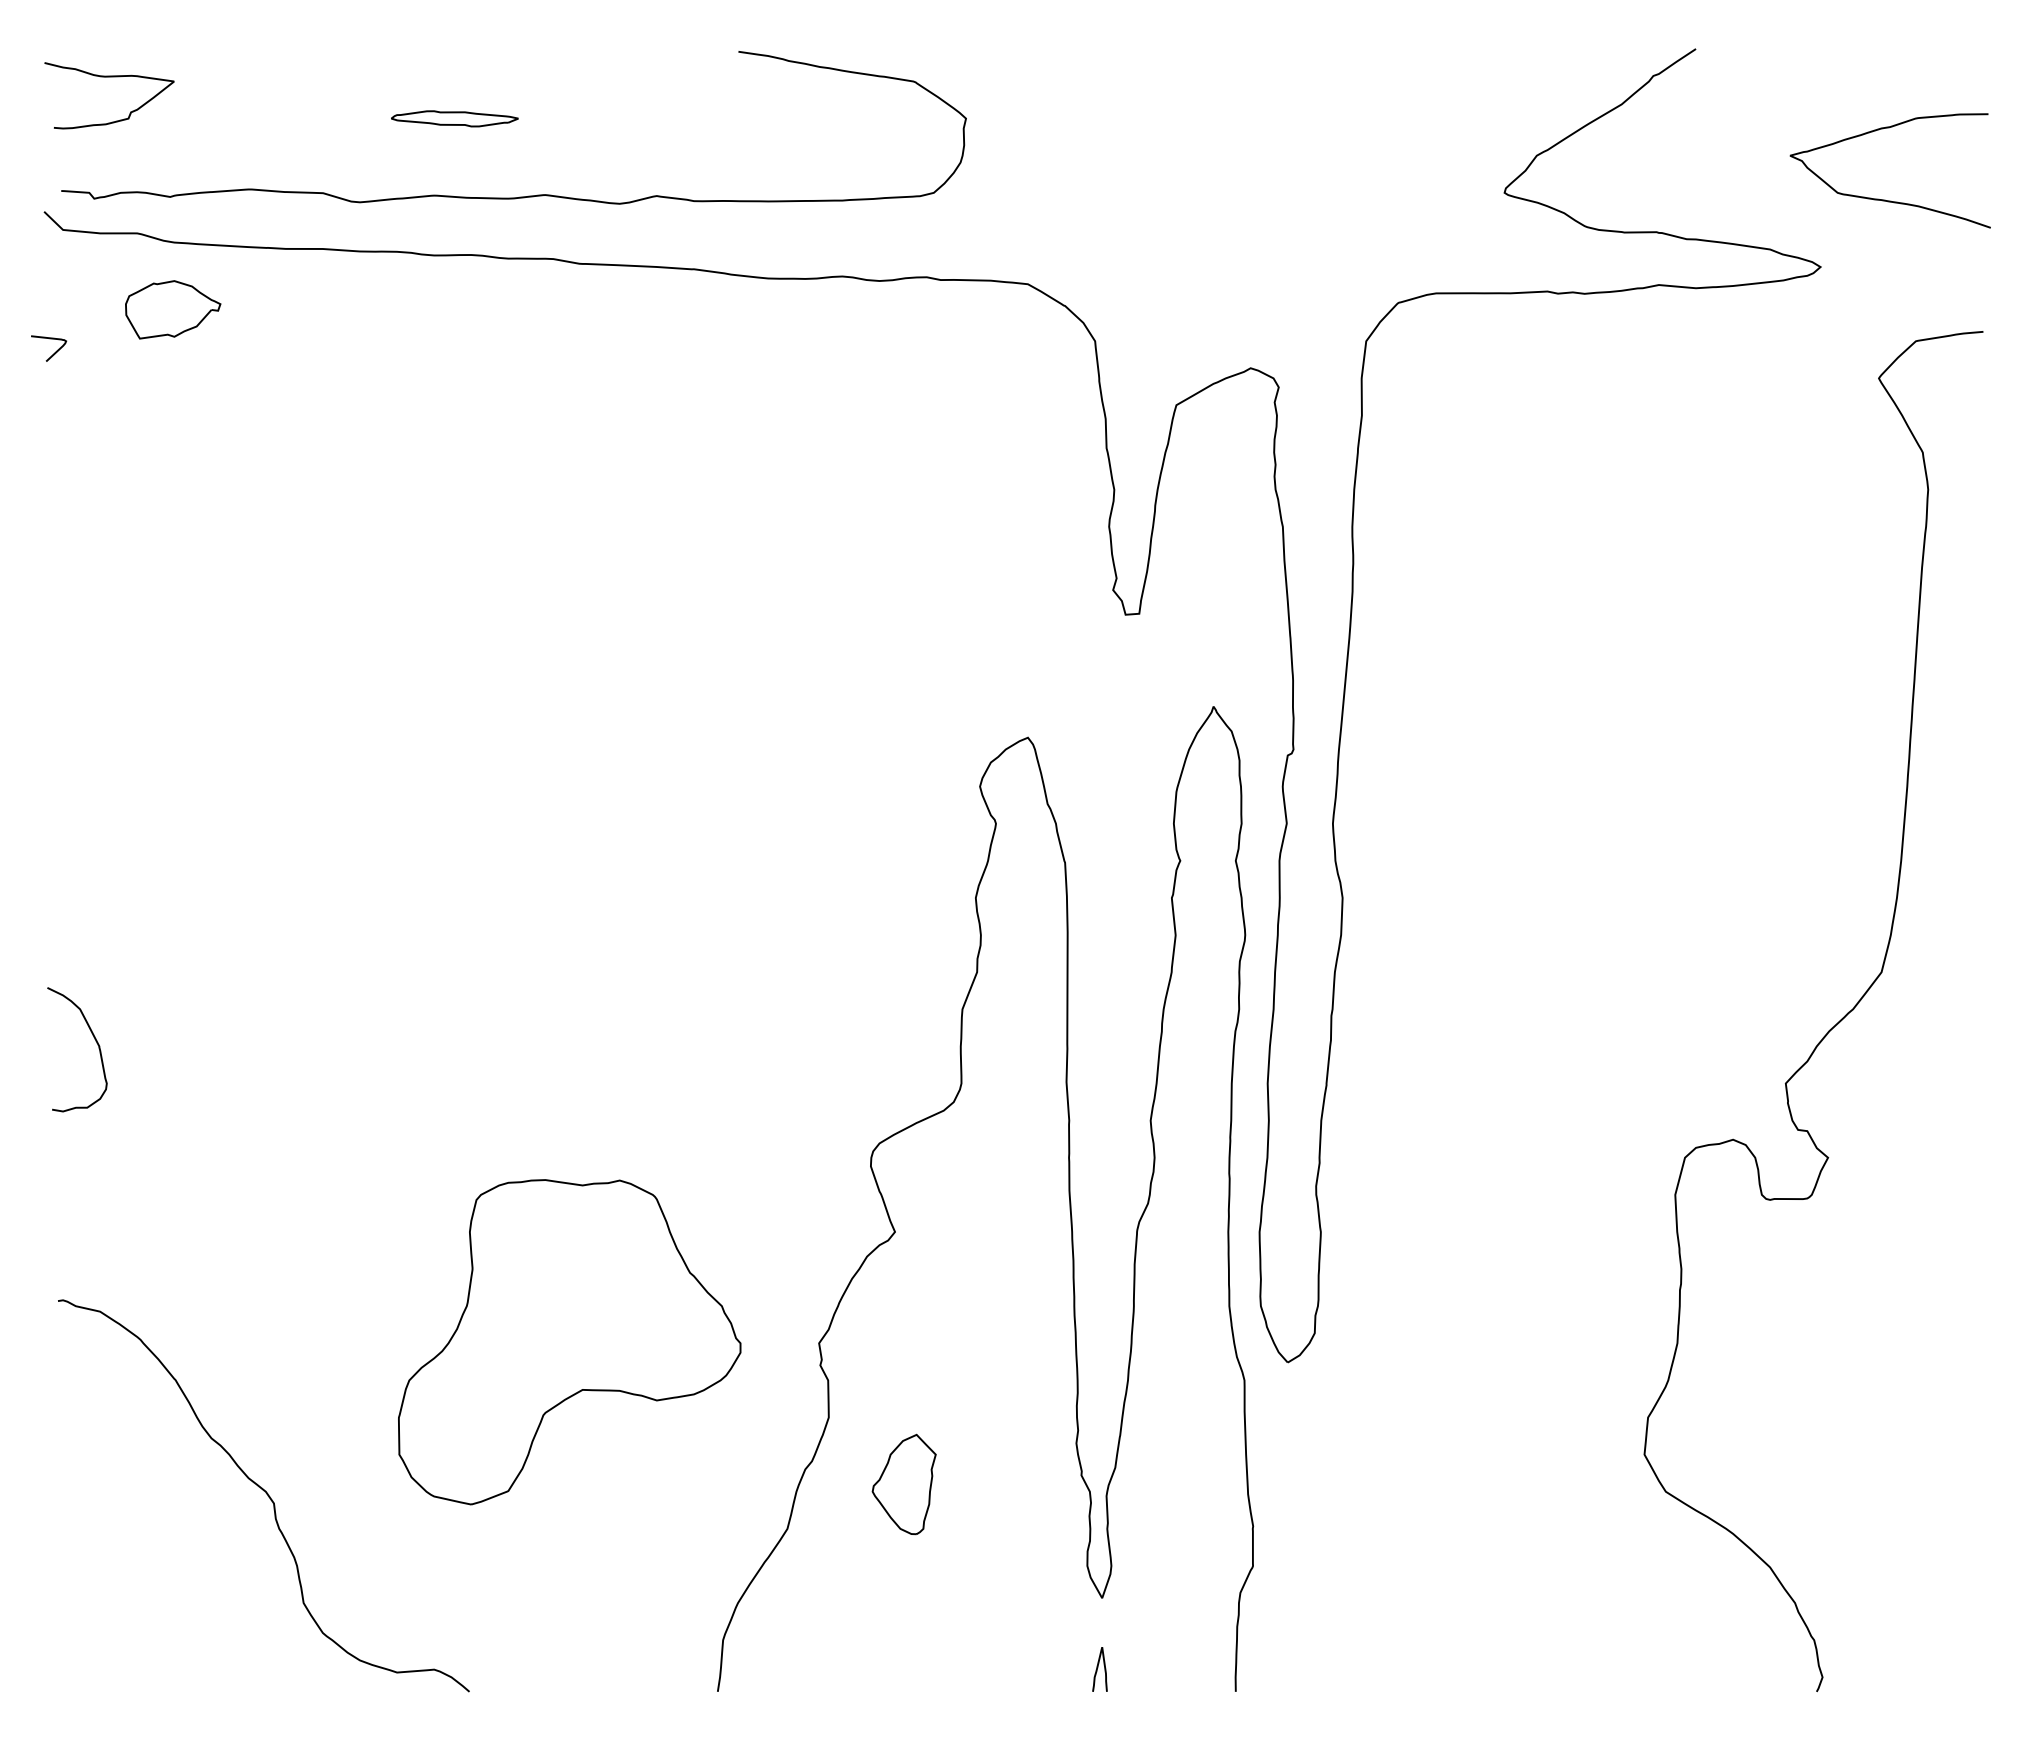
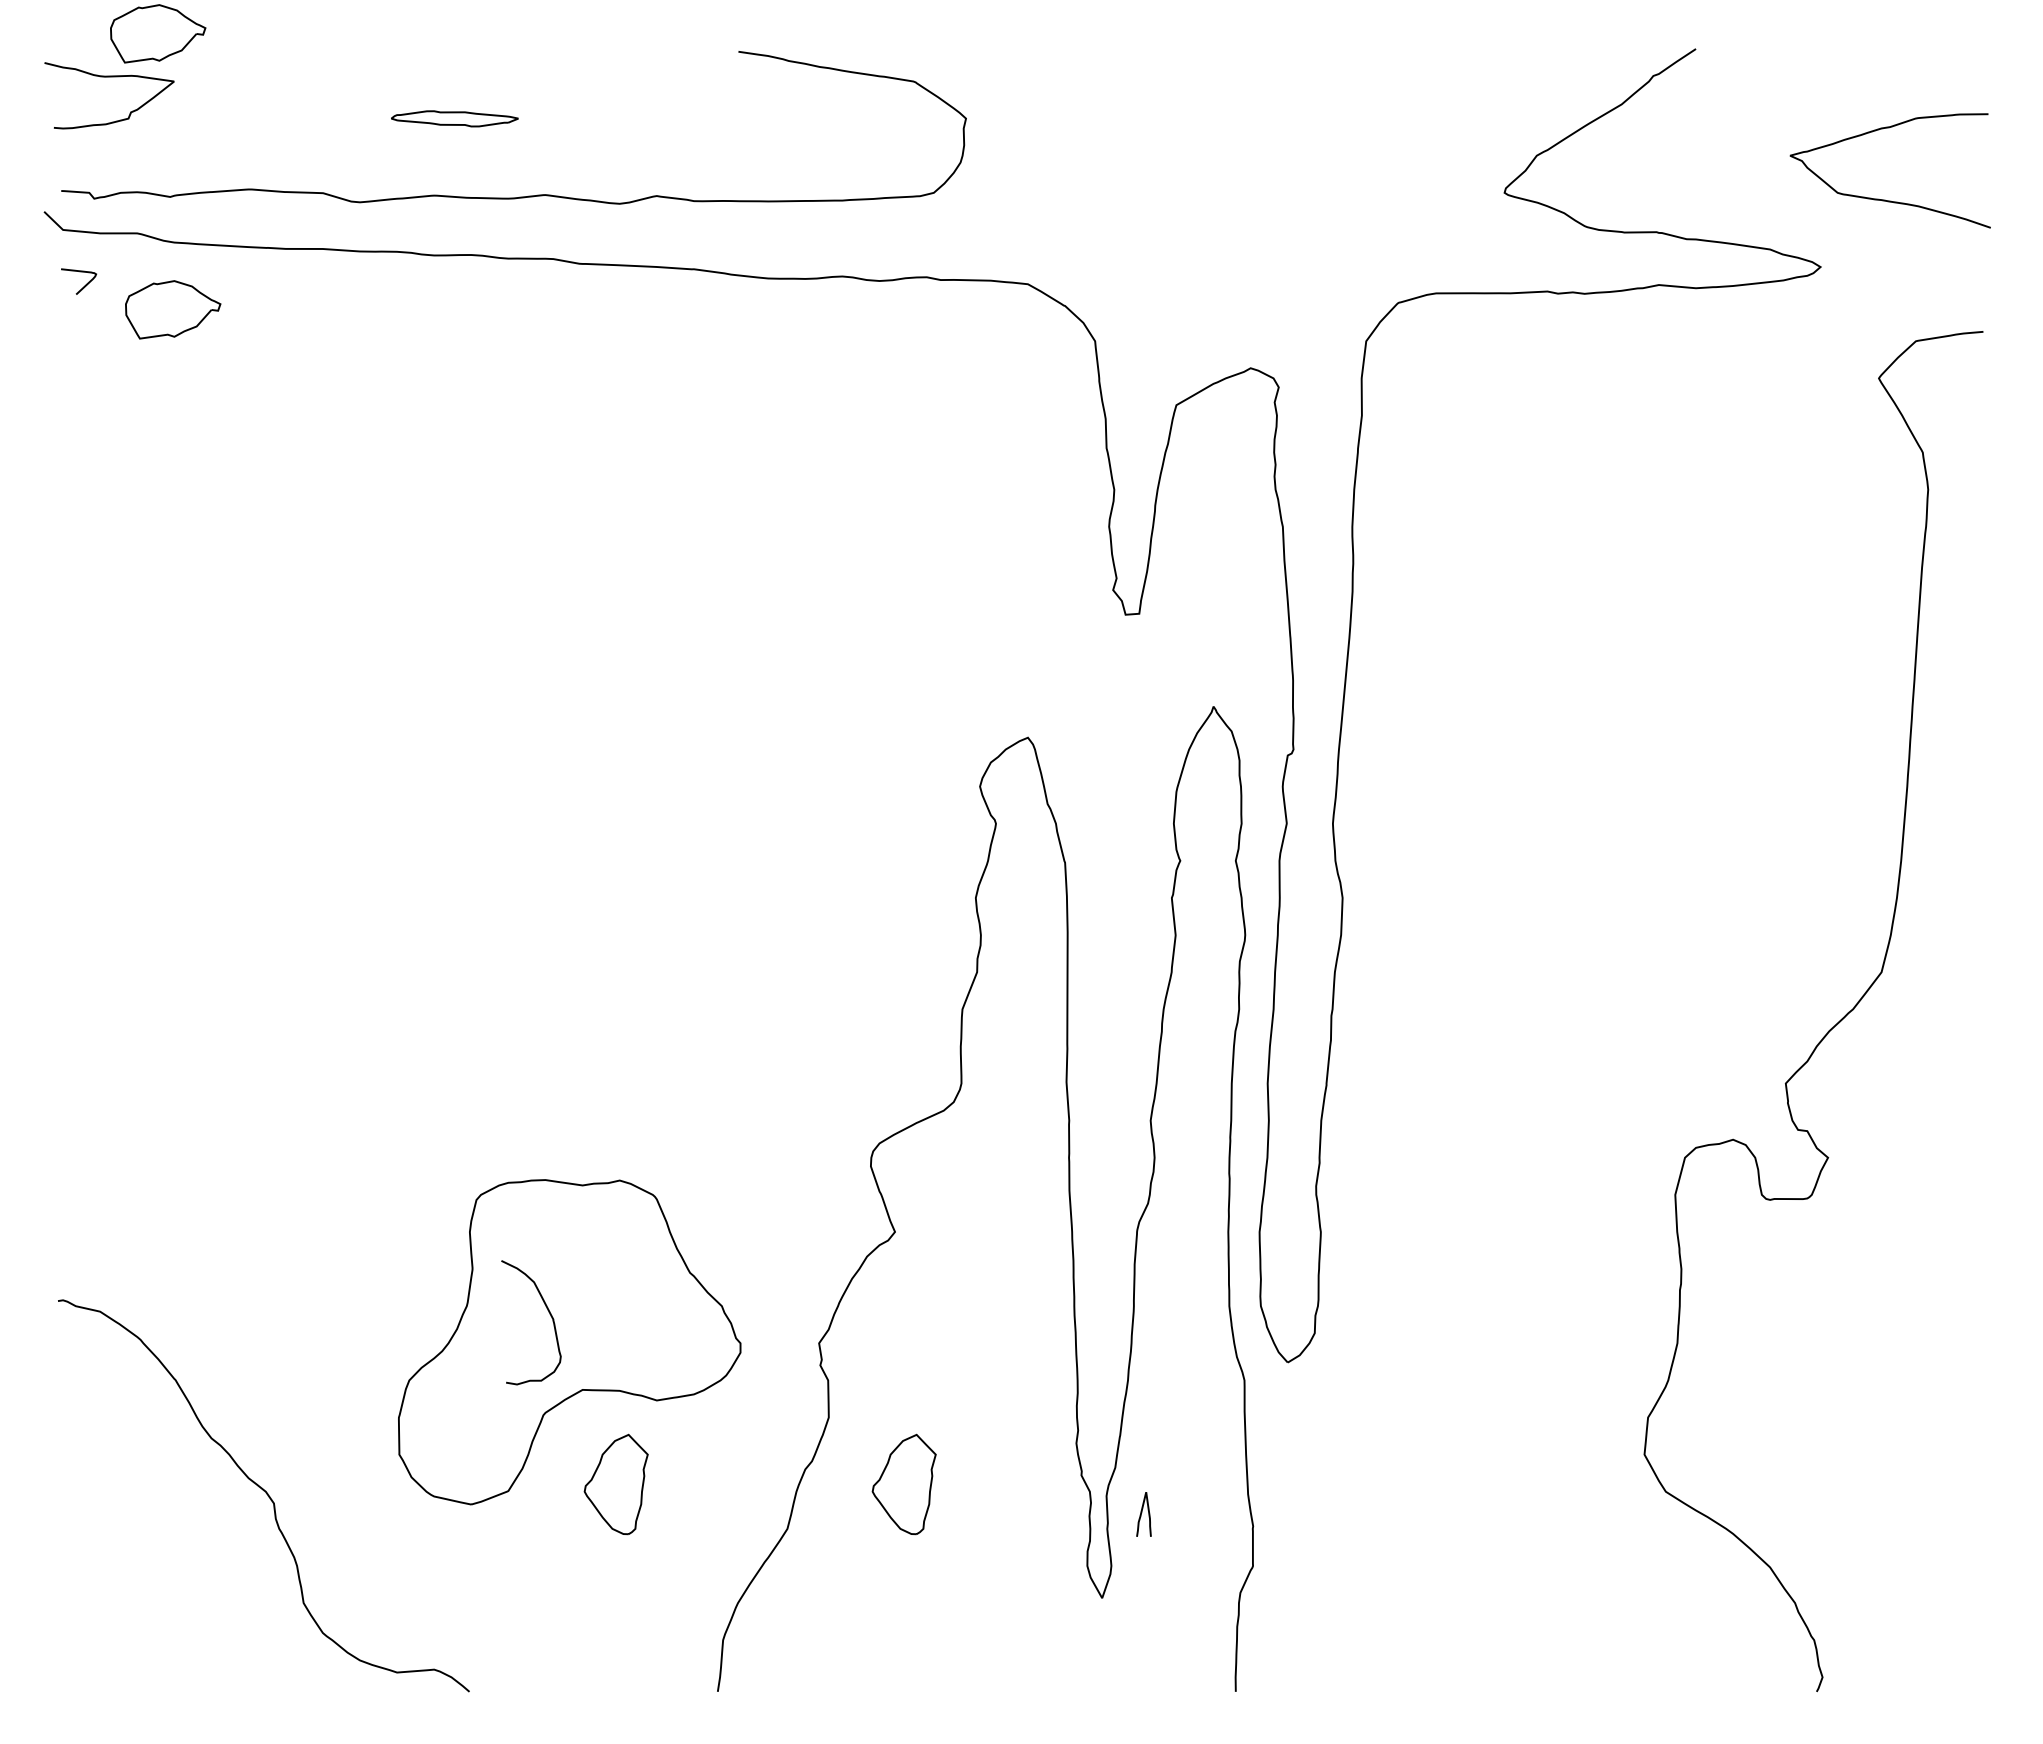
part at (158, 33): none -> present
curve at (54, 352) position: (54, 352) -> (84, 285)
curve at (95, 1041) position: (95, 1041) -> (549, 1314)
part at (615, 1484): none -> present
curve at (1097, 1669) position: (1097, 1669) -> (1141, 1514)
